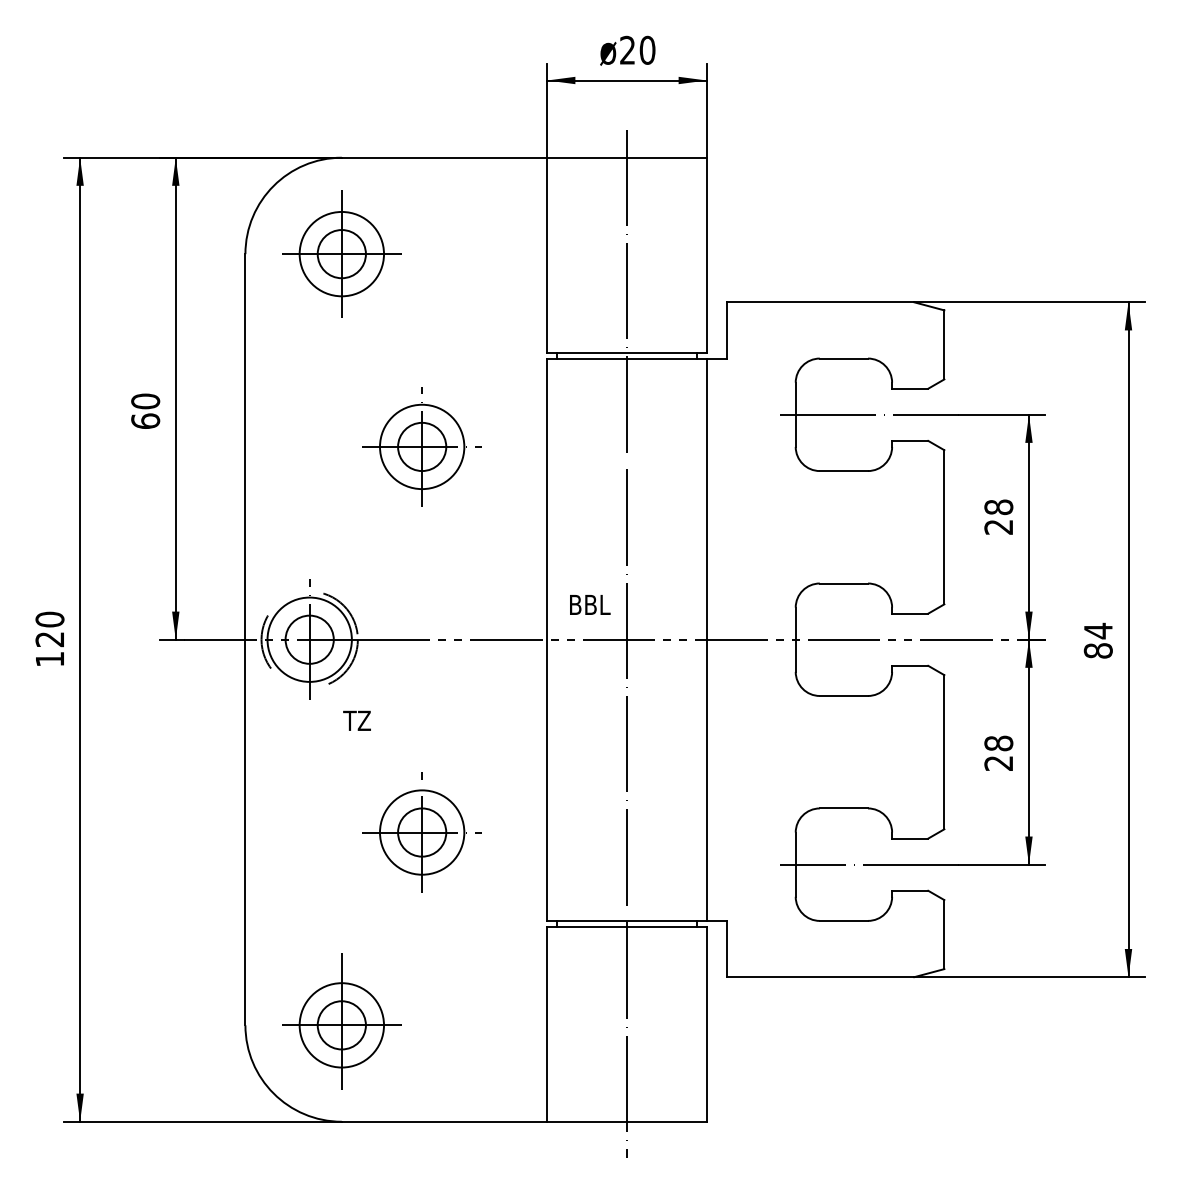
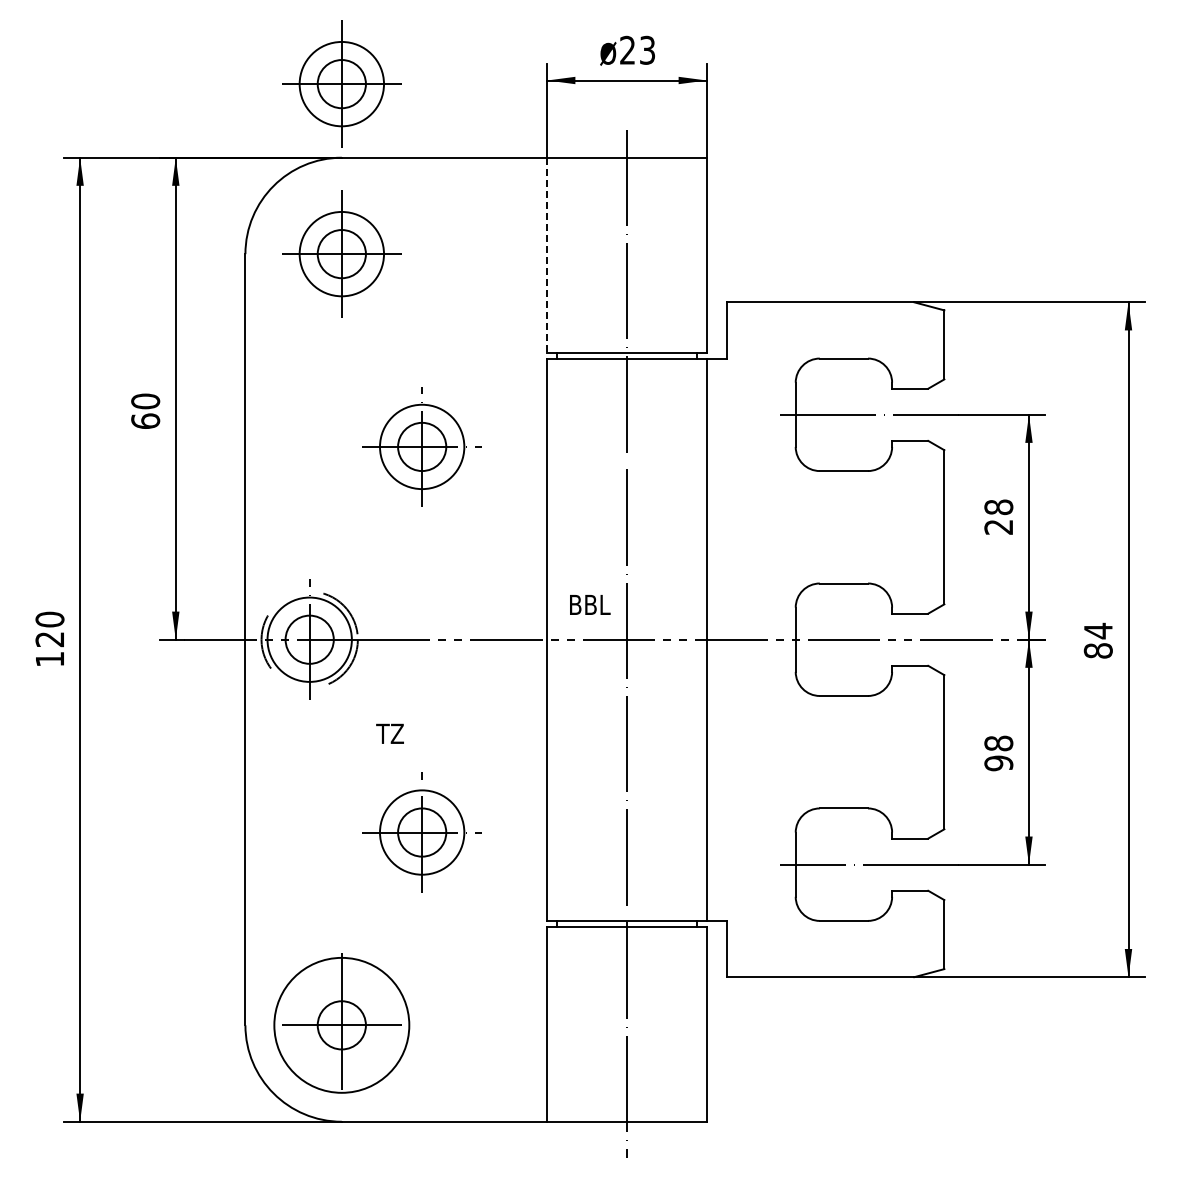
text at (647, 49): 20 -> 23
part at (341, 83): none -> present
line at (547, 255): solid -> dashed
text at (356, 720) position: (356, 720) -> (389, 733)
text at (998, 763): 28 -> 98
circle at (341, 1025) diameter: 84 px -> 135 px
